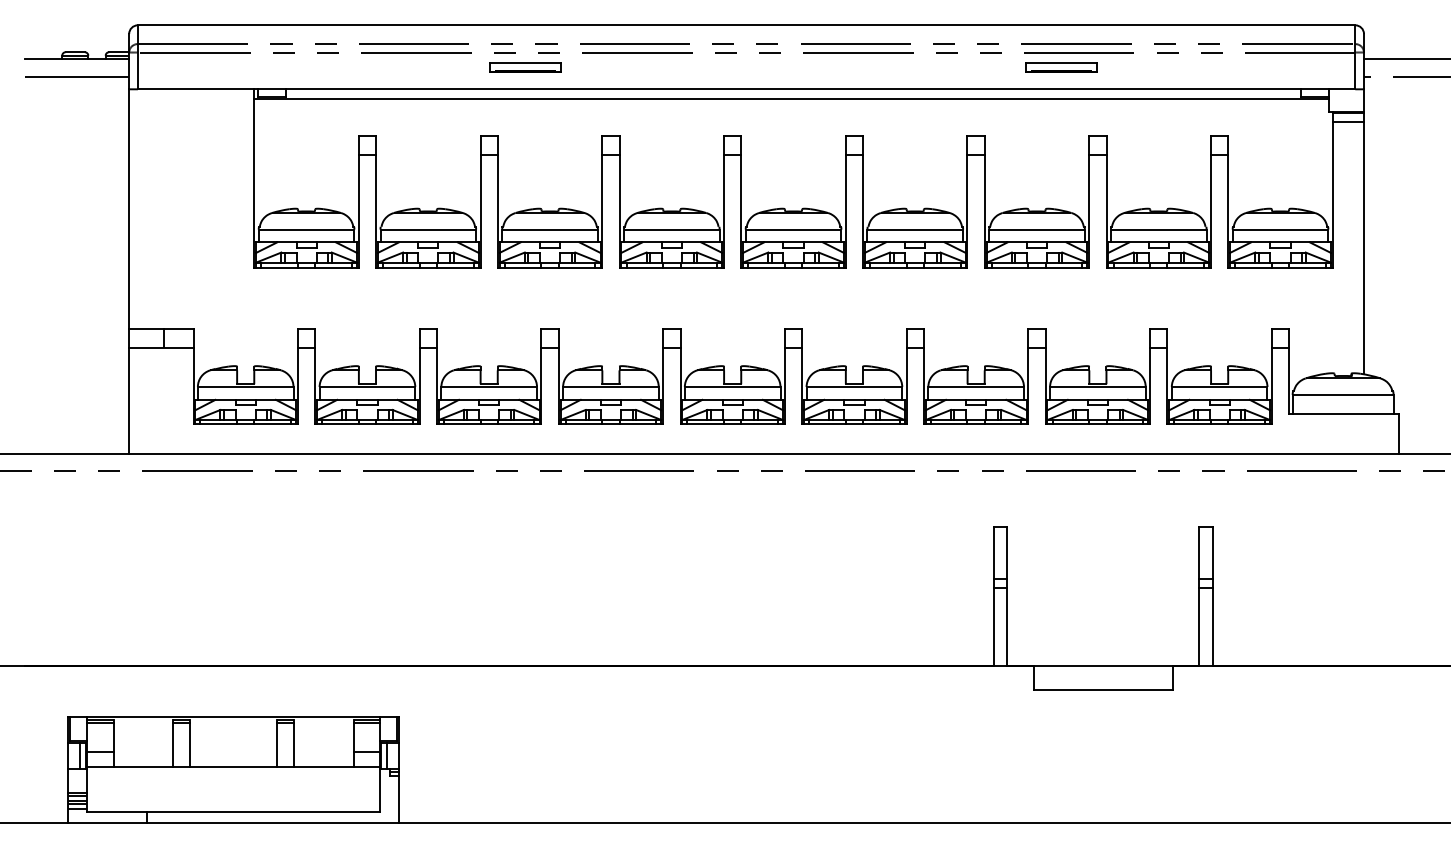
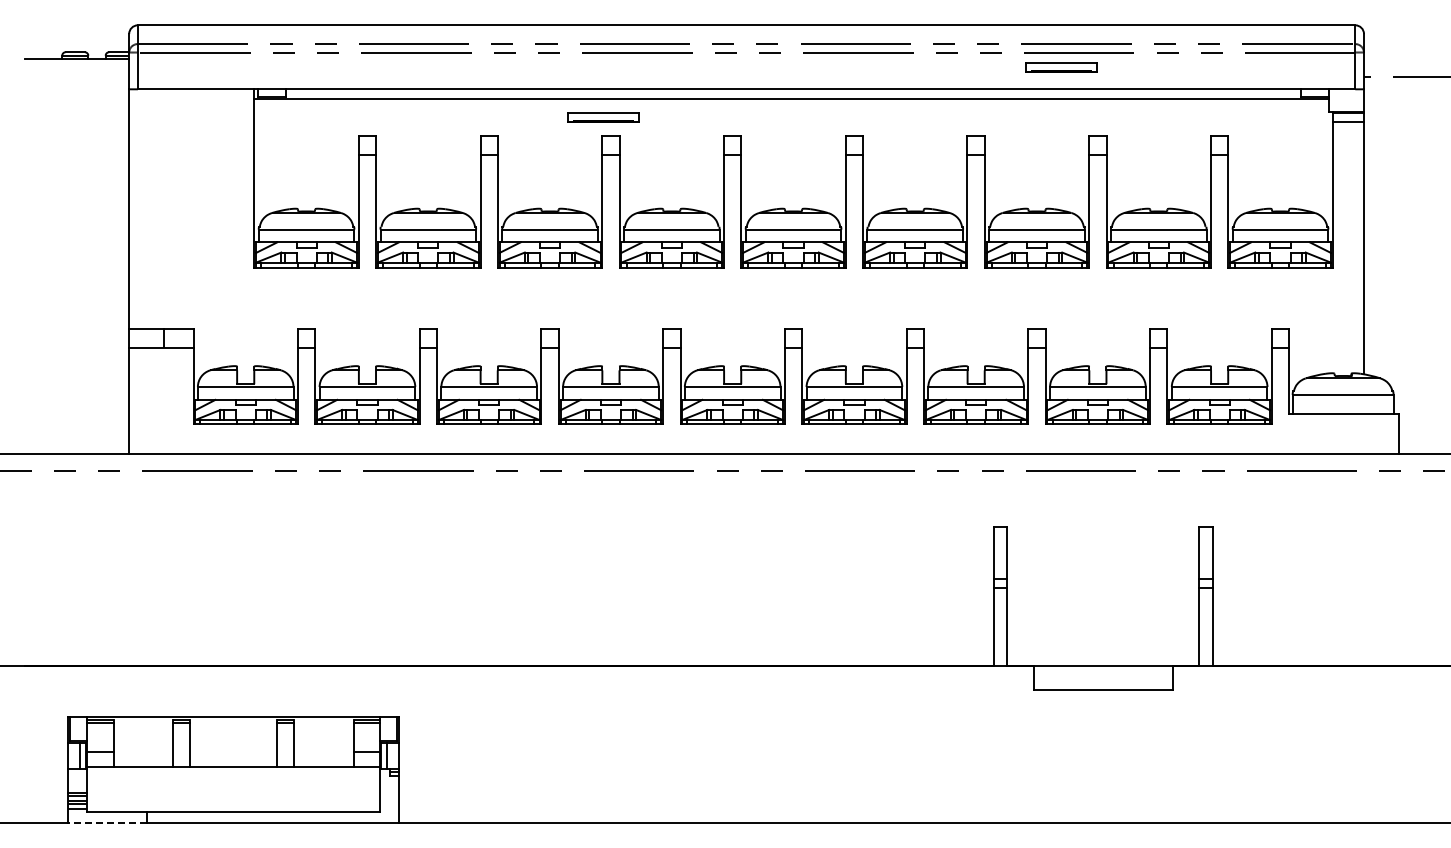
line at (1405, 59): present -> none
part at (525, 67) position: (525, 67) -> (603, 117)
line at (76, 76): present -> none
line at (106, 822): solid -> dashed
